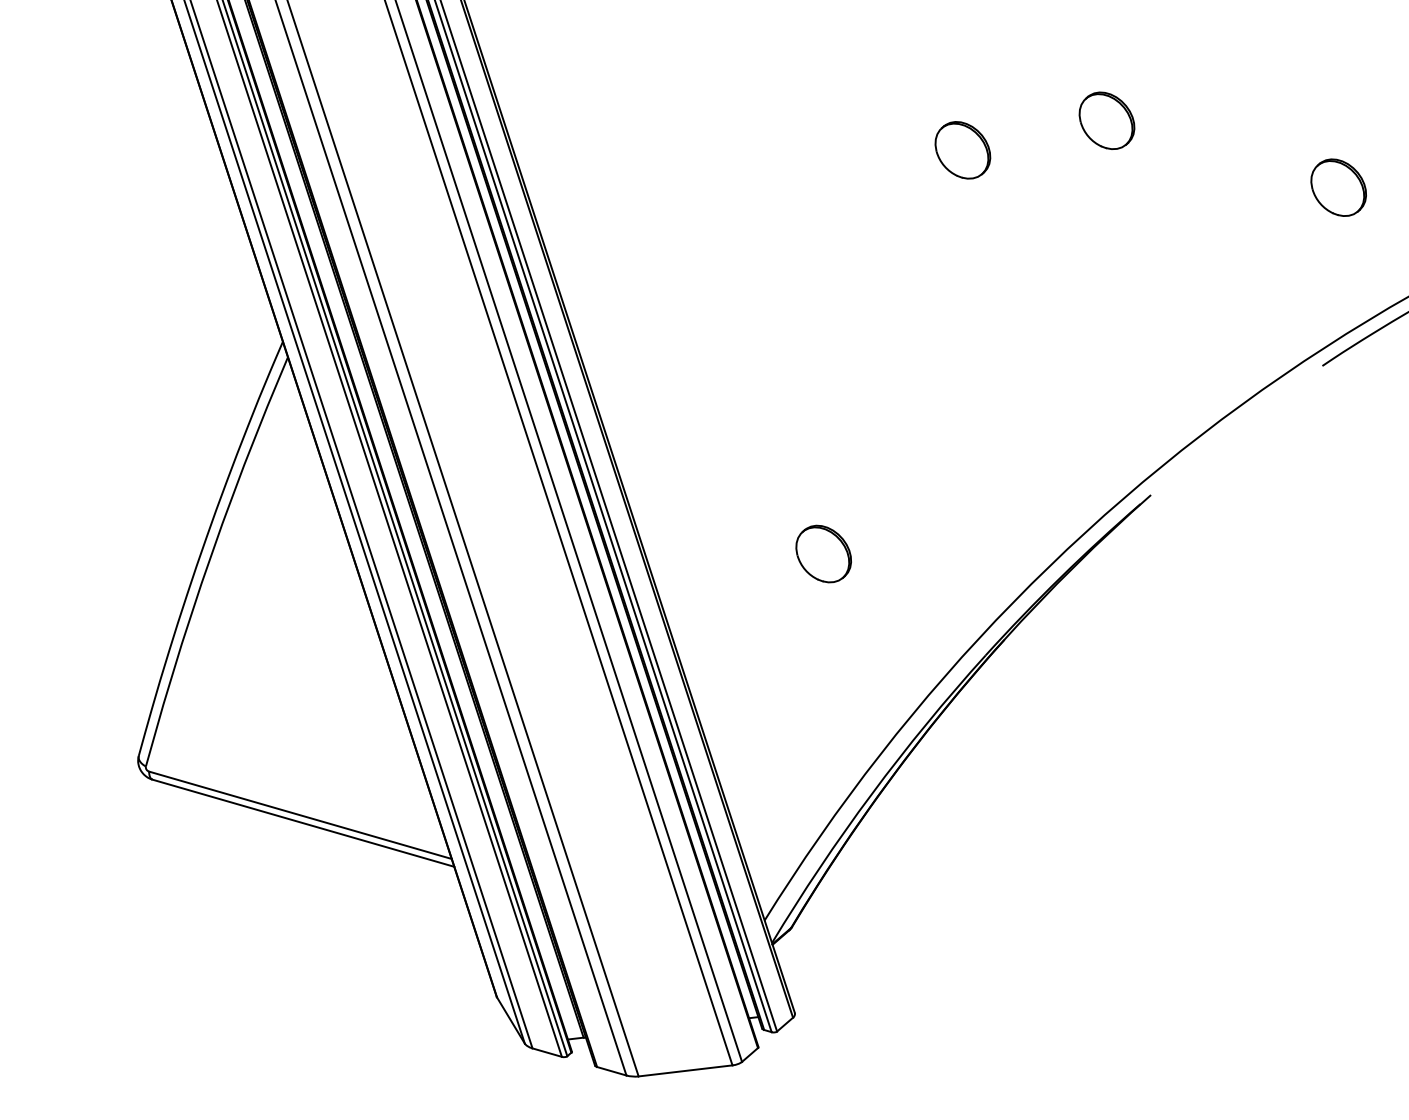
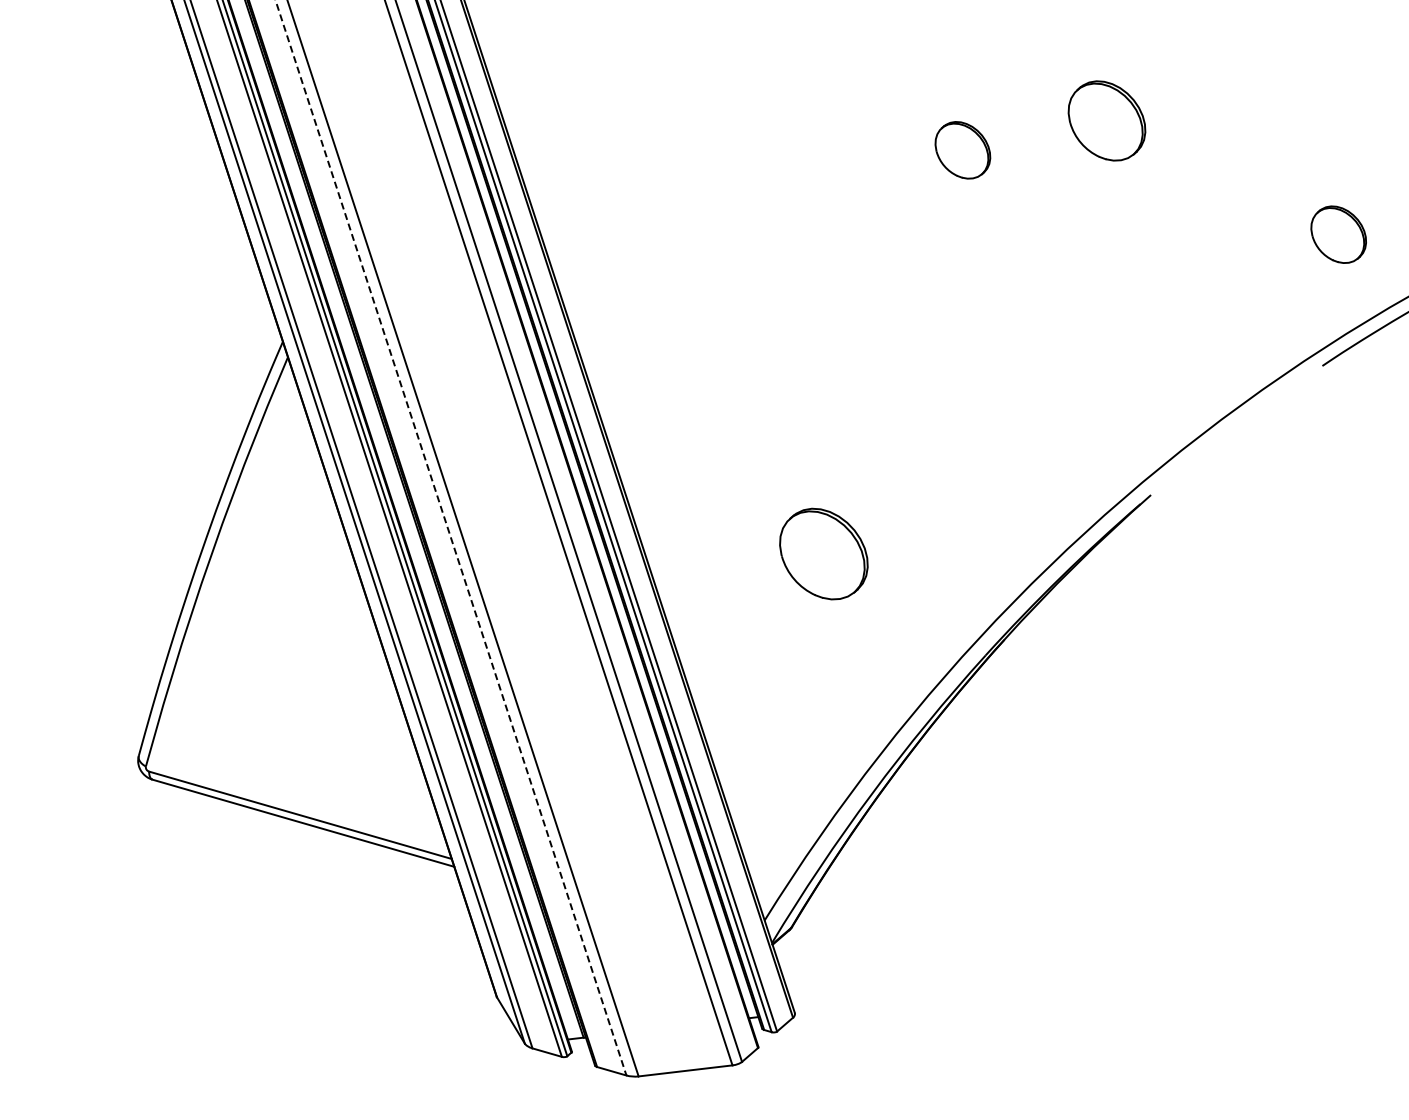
part at (1106, 120) size: 58x59 px -> 80x82 px
part at (1338, 187) position: (1338, 187) -> (1338, 234)
line at (451, 538): solid -> dashed
part at (823, 553) size: 57x60 px -> 90x94 px
